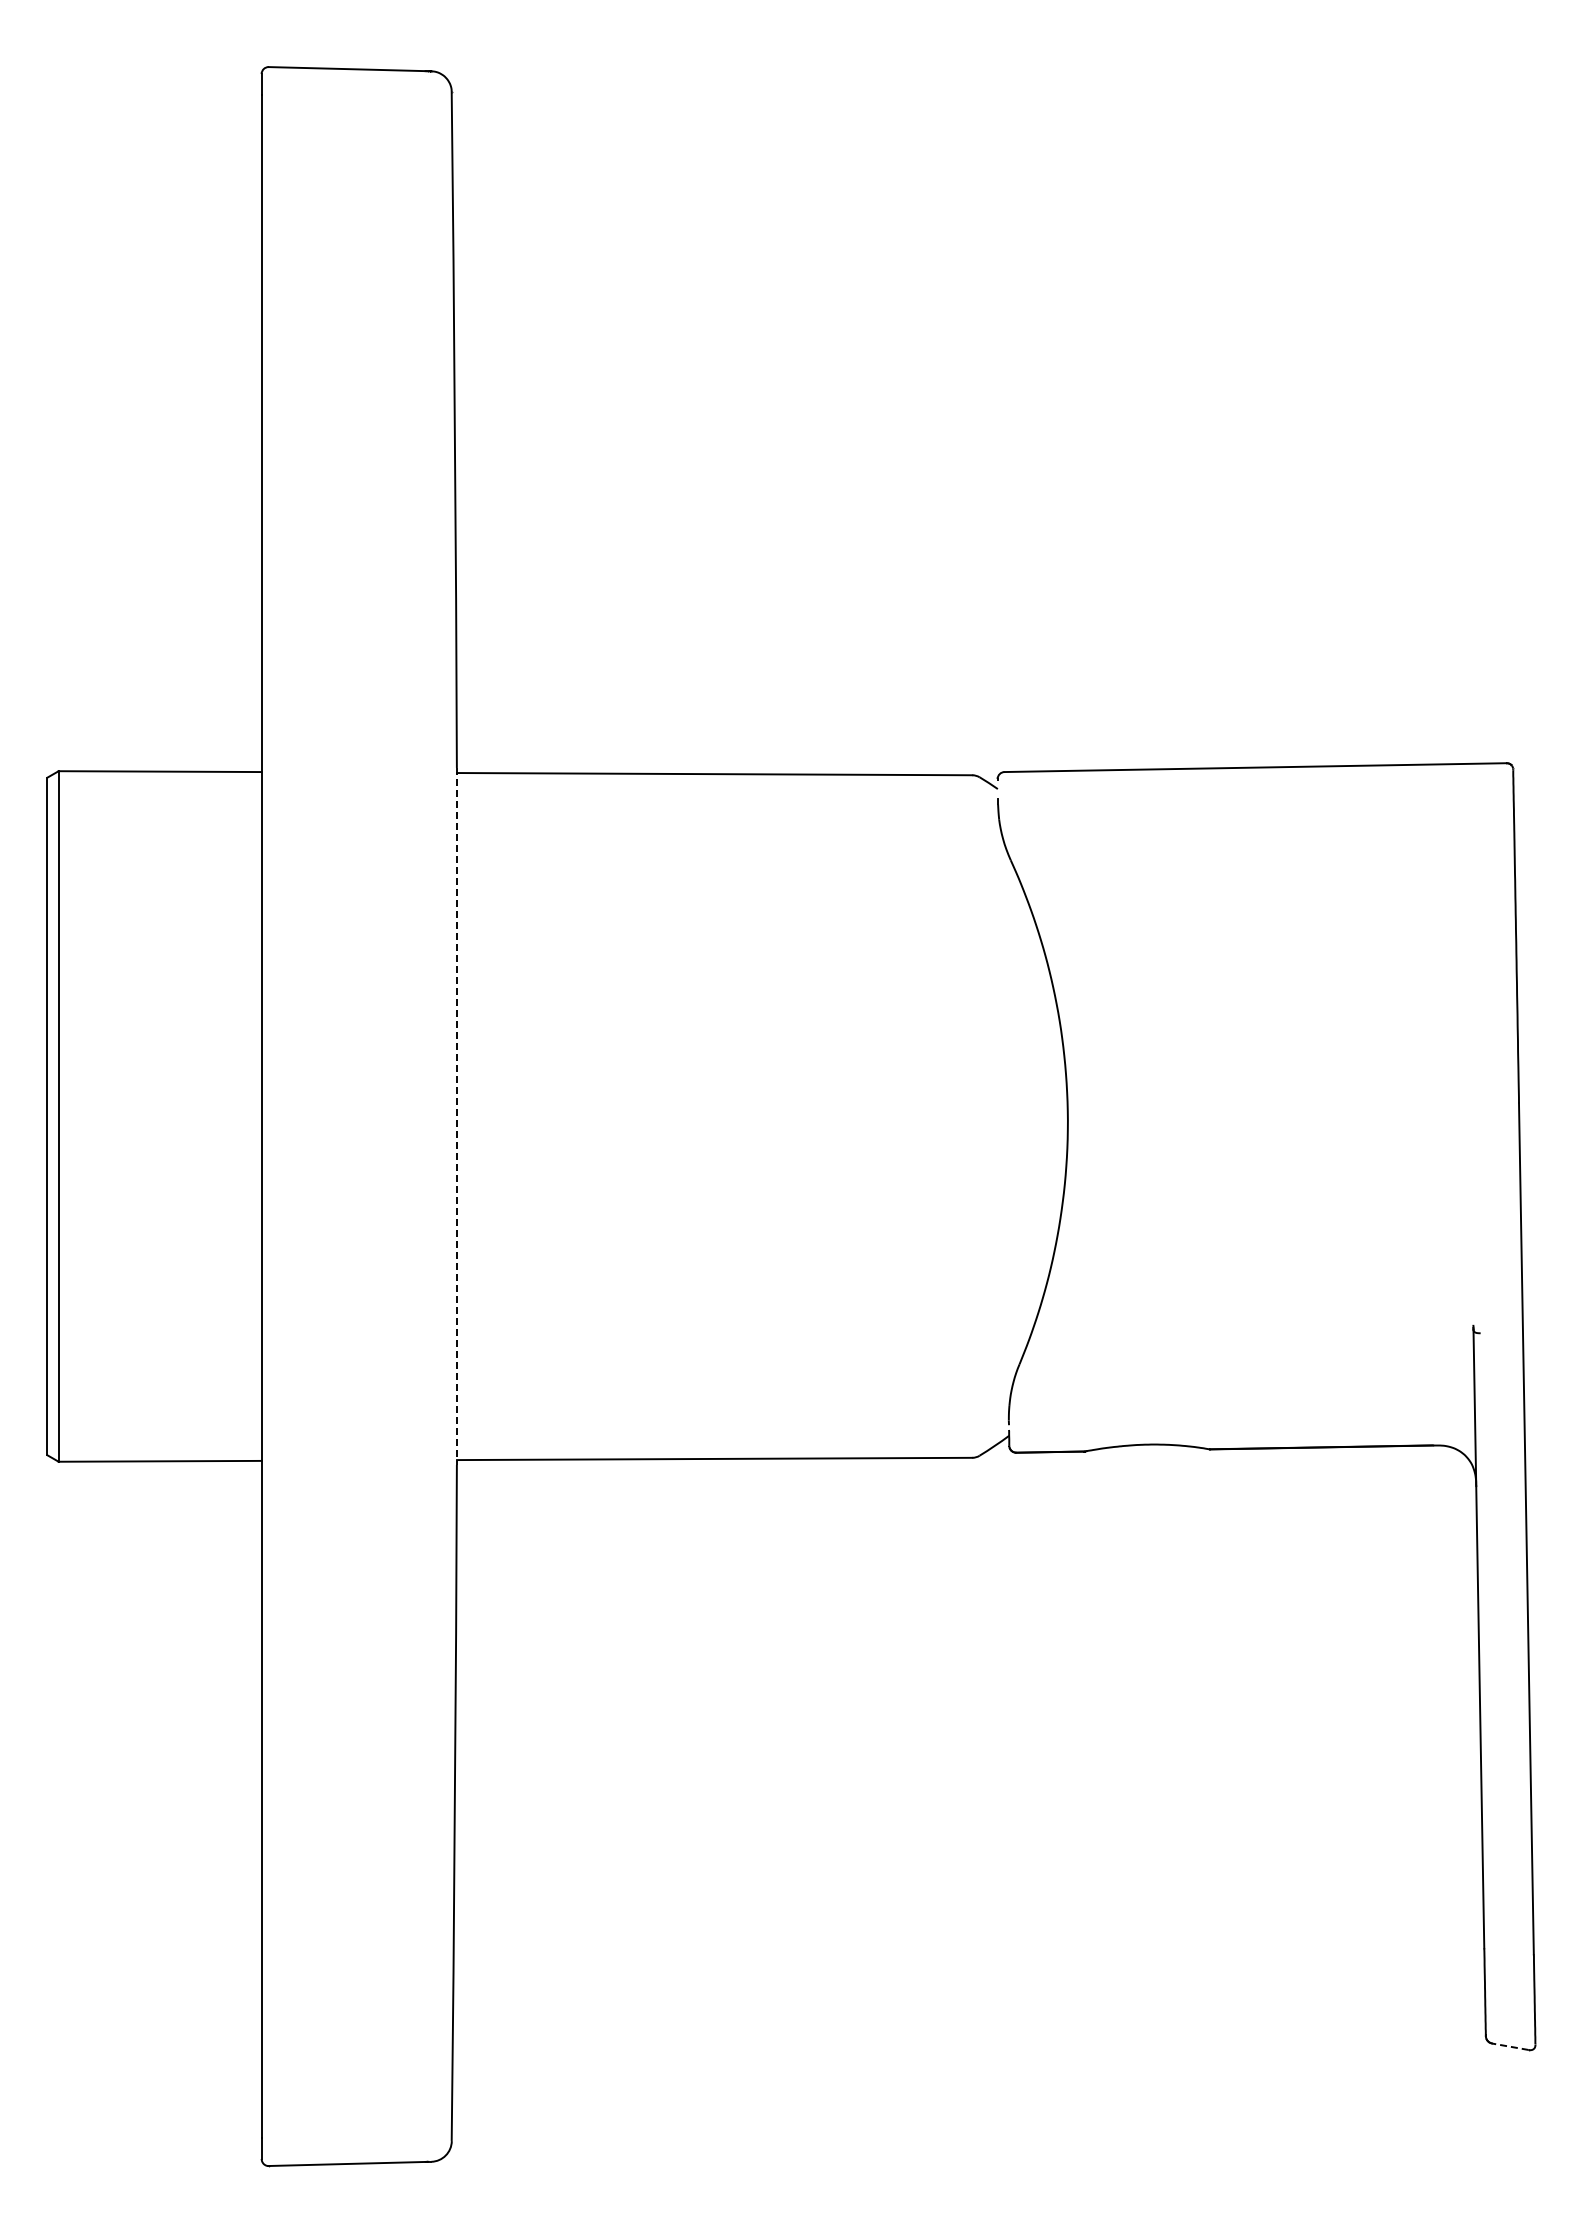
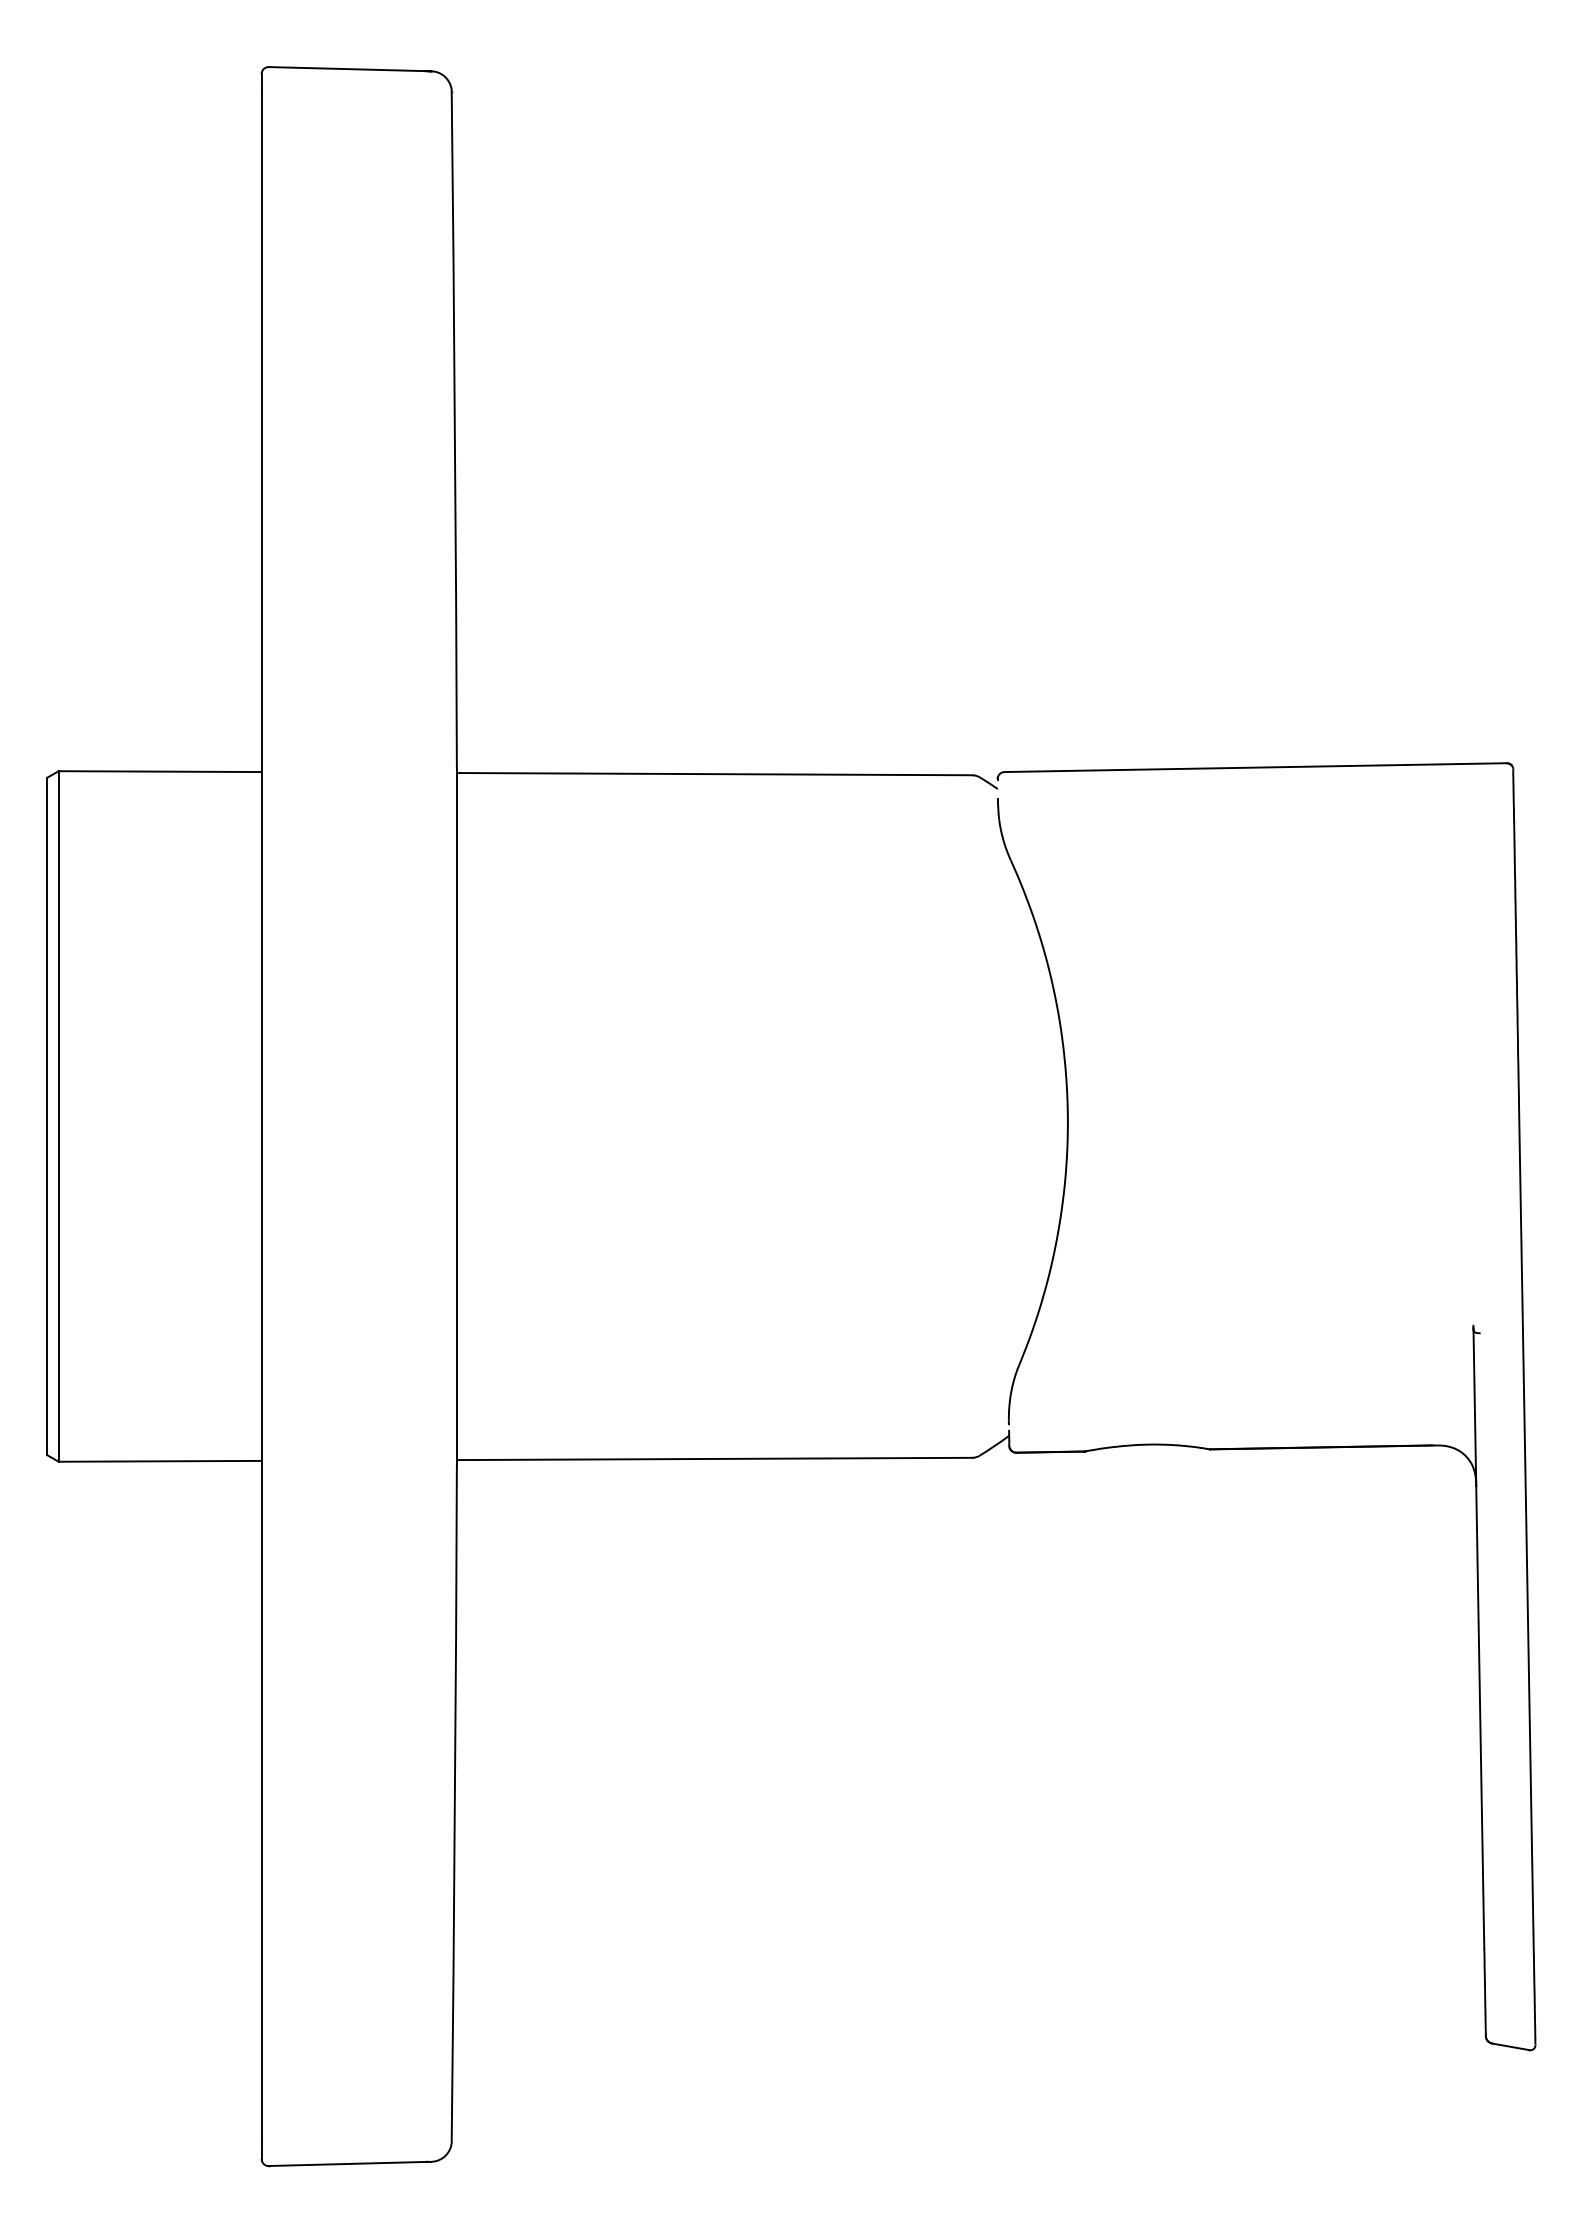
line at (457, 1116): dashed -> solid
line at (1510, 2046): dashed -> solid
